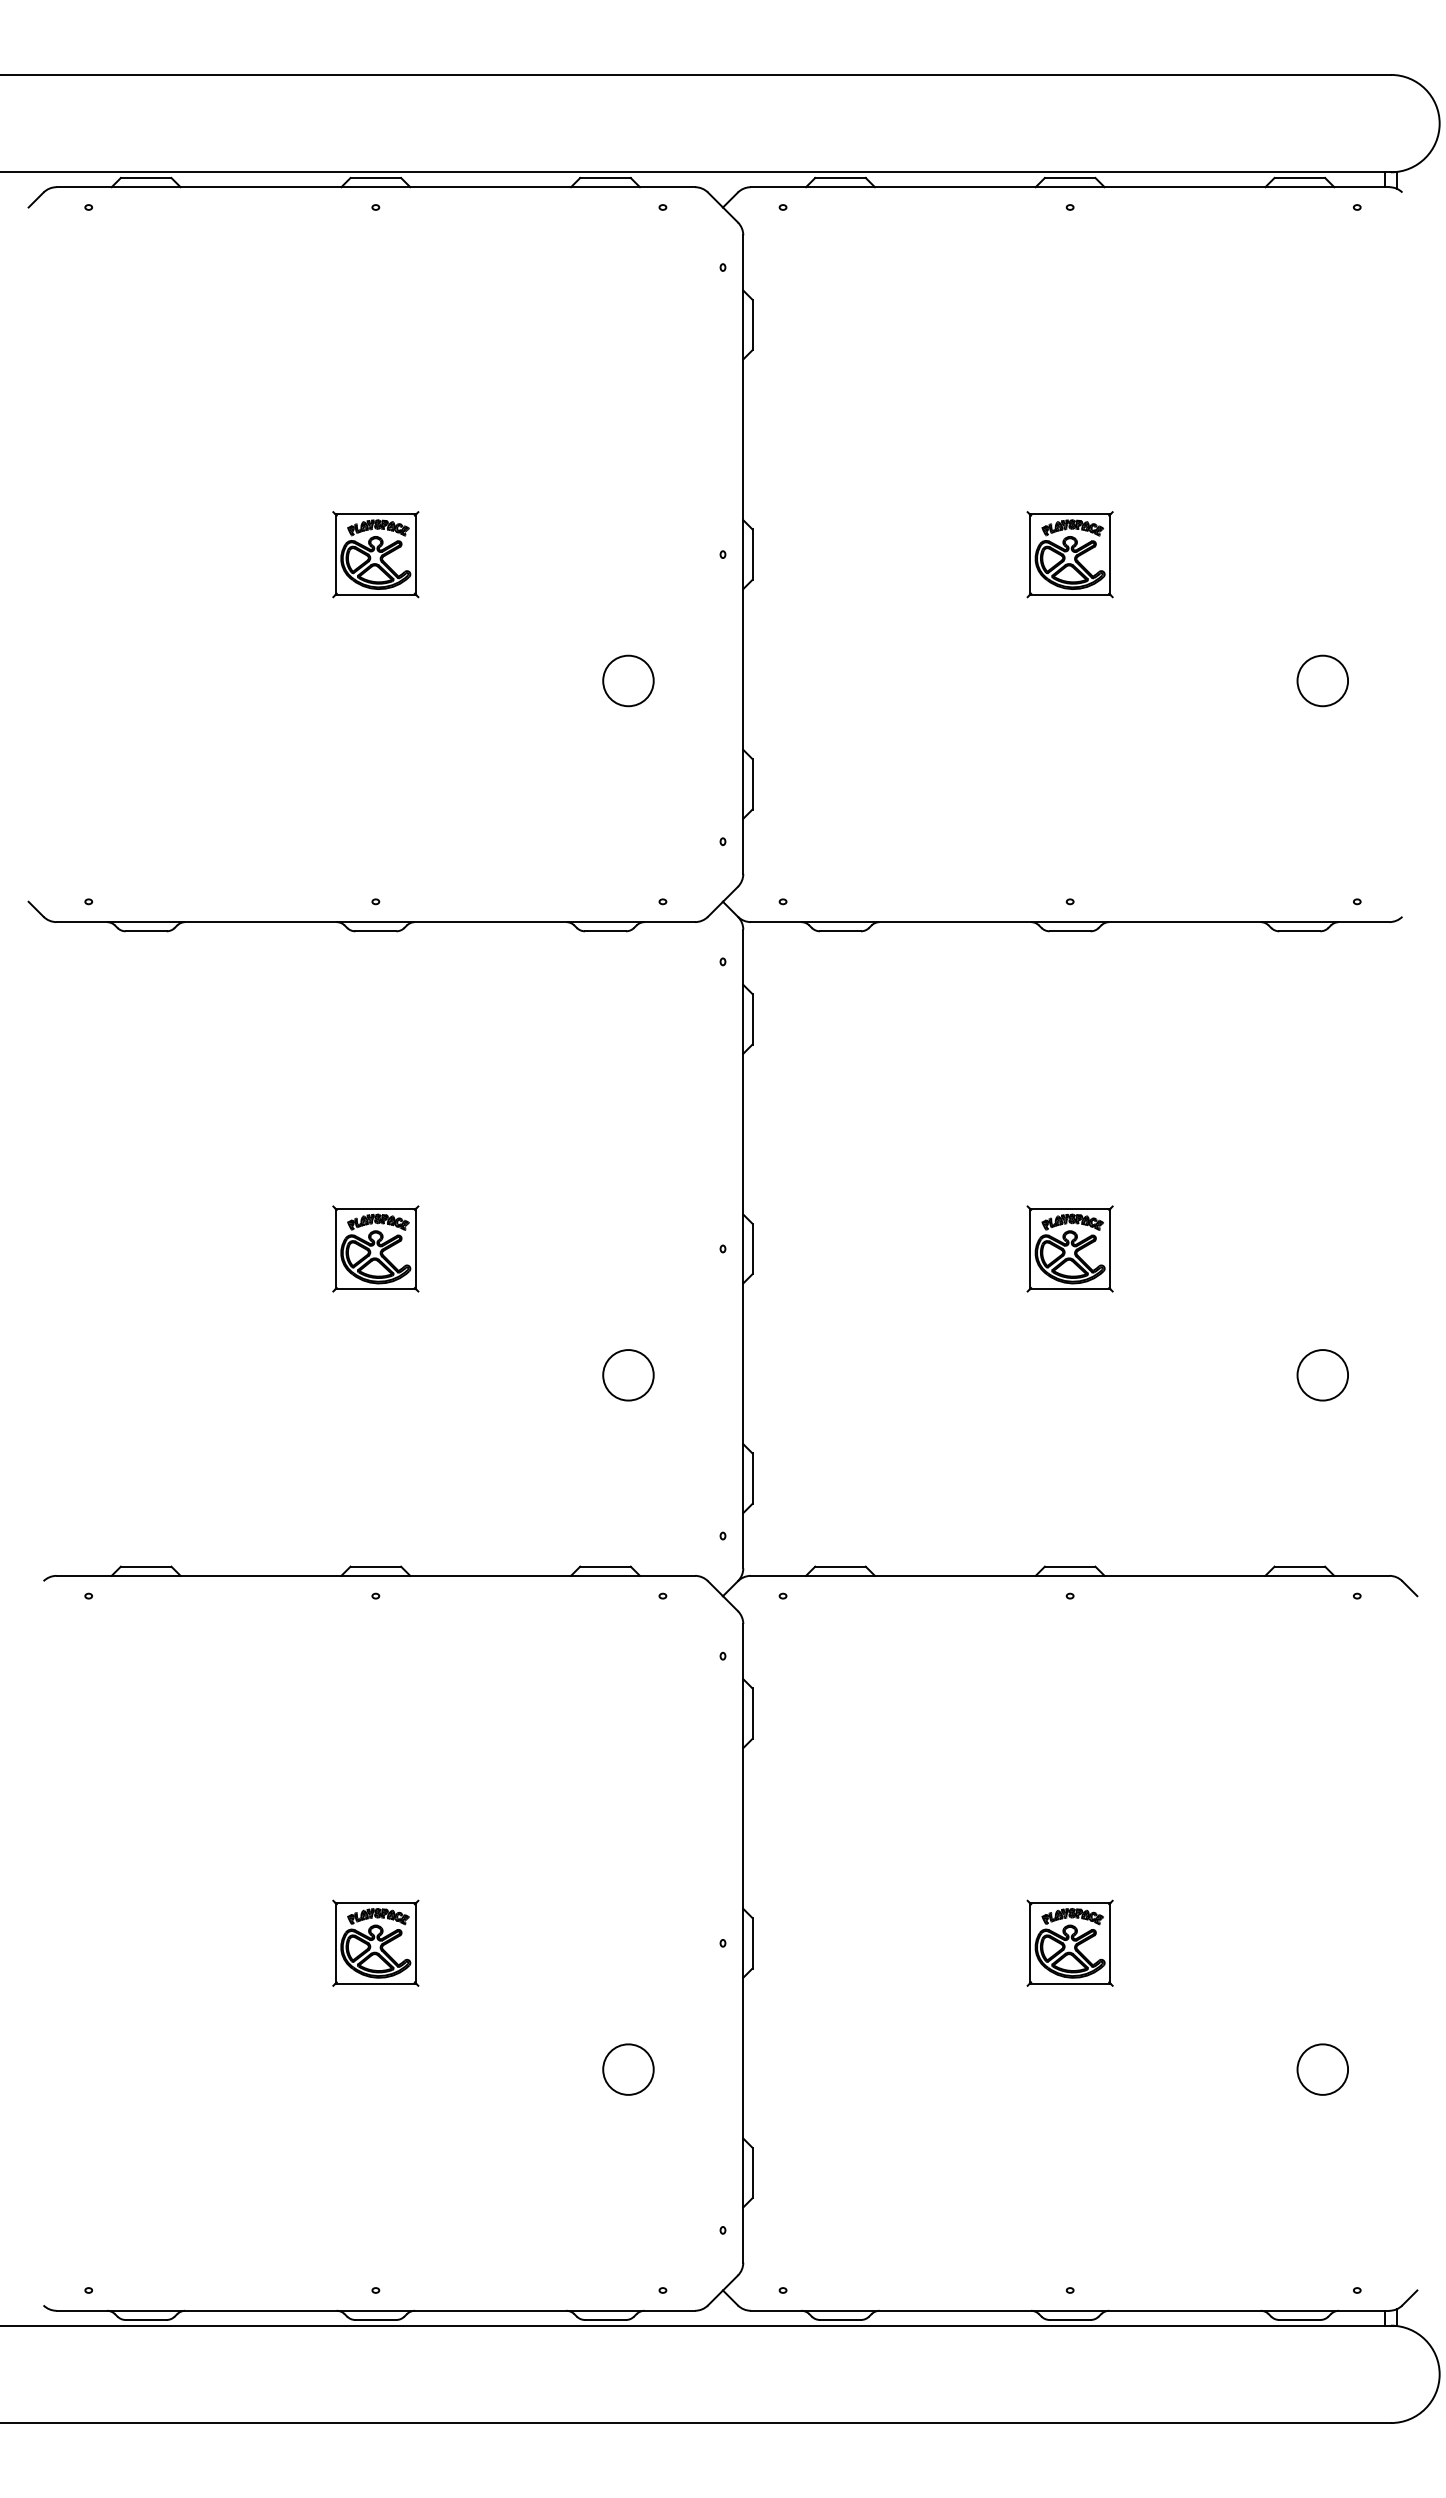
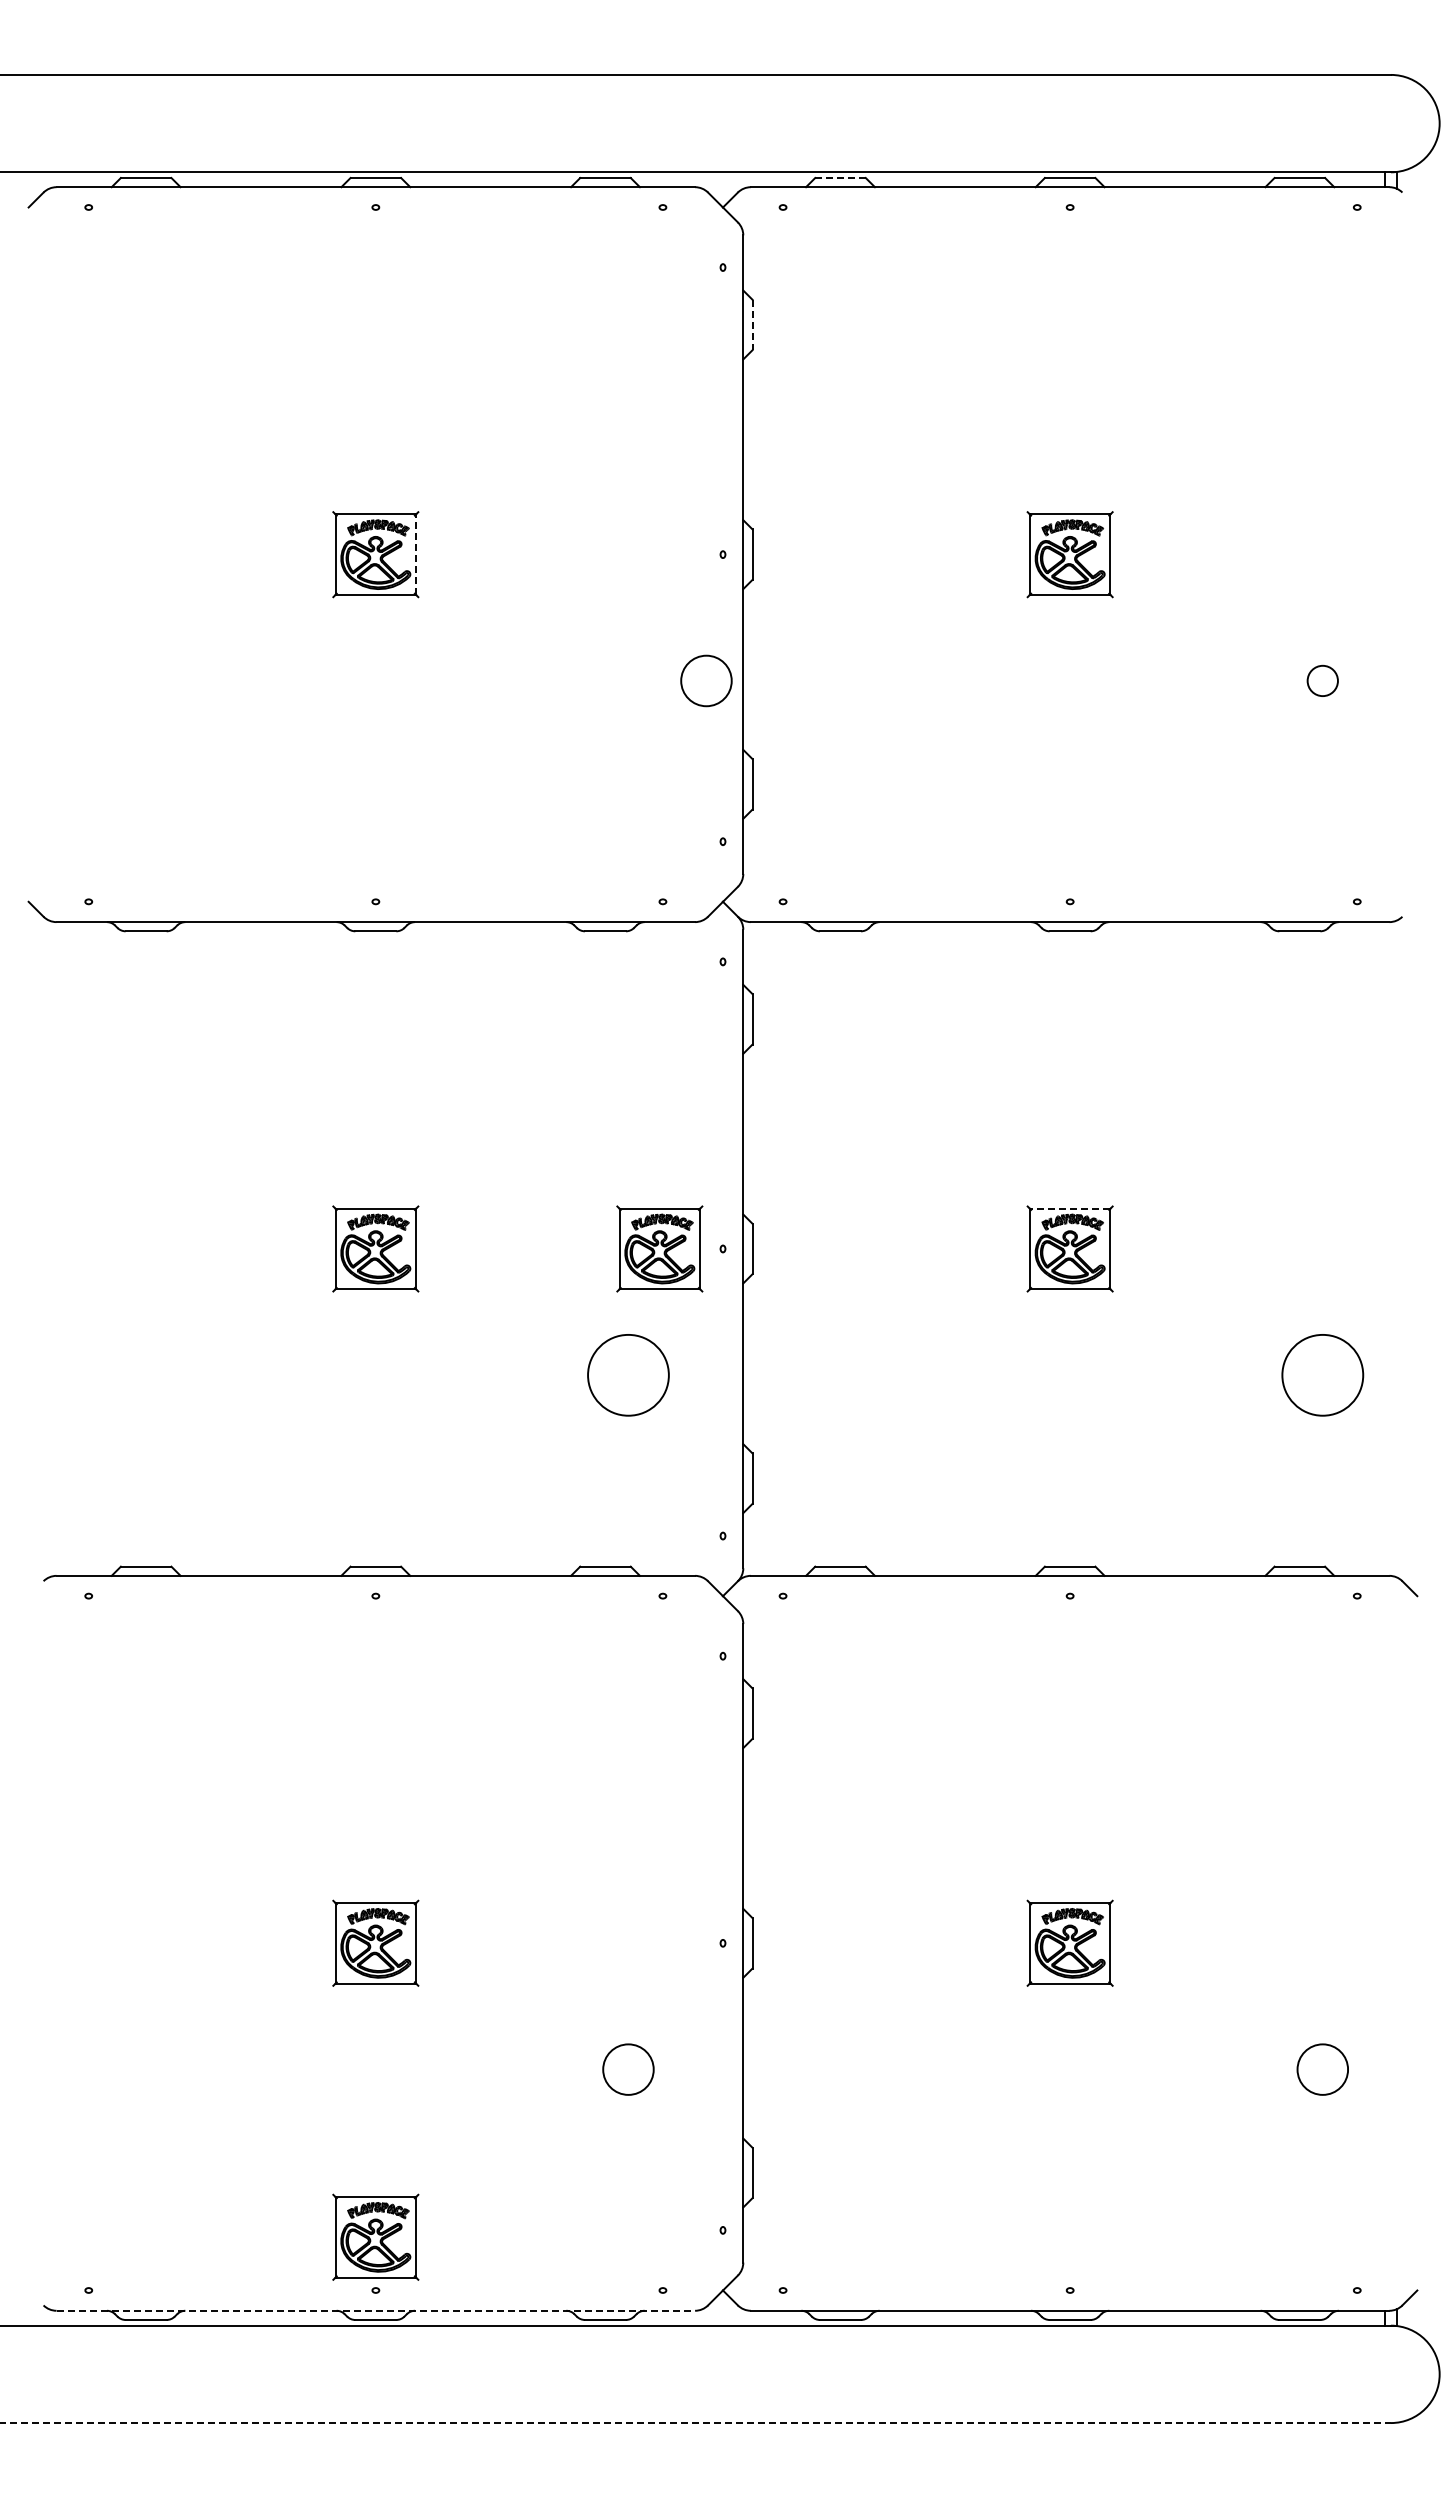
line at (841, 178): solid -> dashed
line at (752, 325): solid -> dashed
line at (416, 554): solid -> dashed
circle at (628, 680) position: (628, 680) -> (706, 680)
circle at (1322, 680) diameter: 51 px -> 30 px
line at (1069, 1208): solid -> dashed
part at (659, 1248): none -> present
circle at (628, 1375) diameter: 51 px -> 81 px
circle at (1322, 1375) diameter: 51 px -> 81 px
part at (375, 2236): none -> present
line at (376, 2310): solid -> dashed
line at (696, 2423): solid -> dashed
